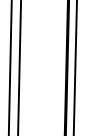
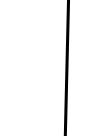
line at (9, 67): present -> none
line at (19, 67): present -> none
line at (74, 67): present -> none
